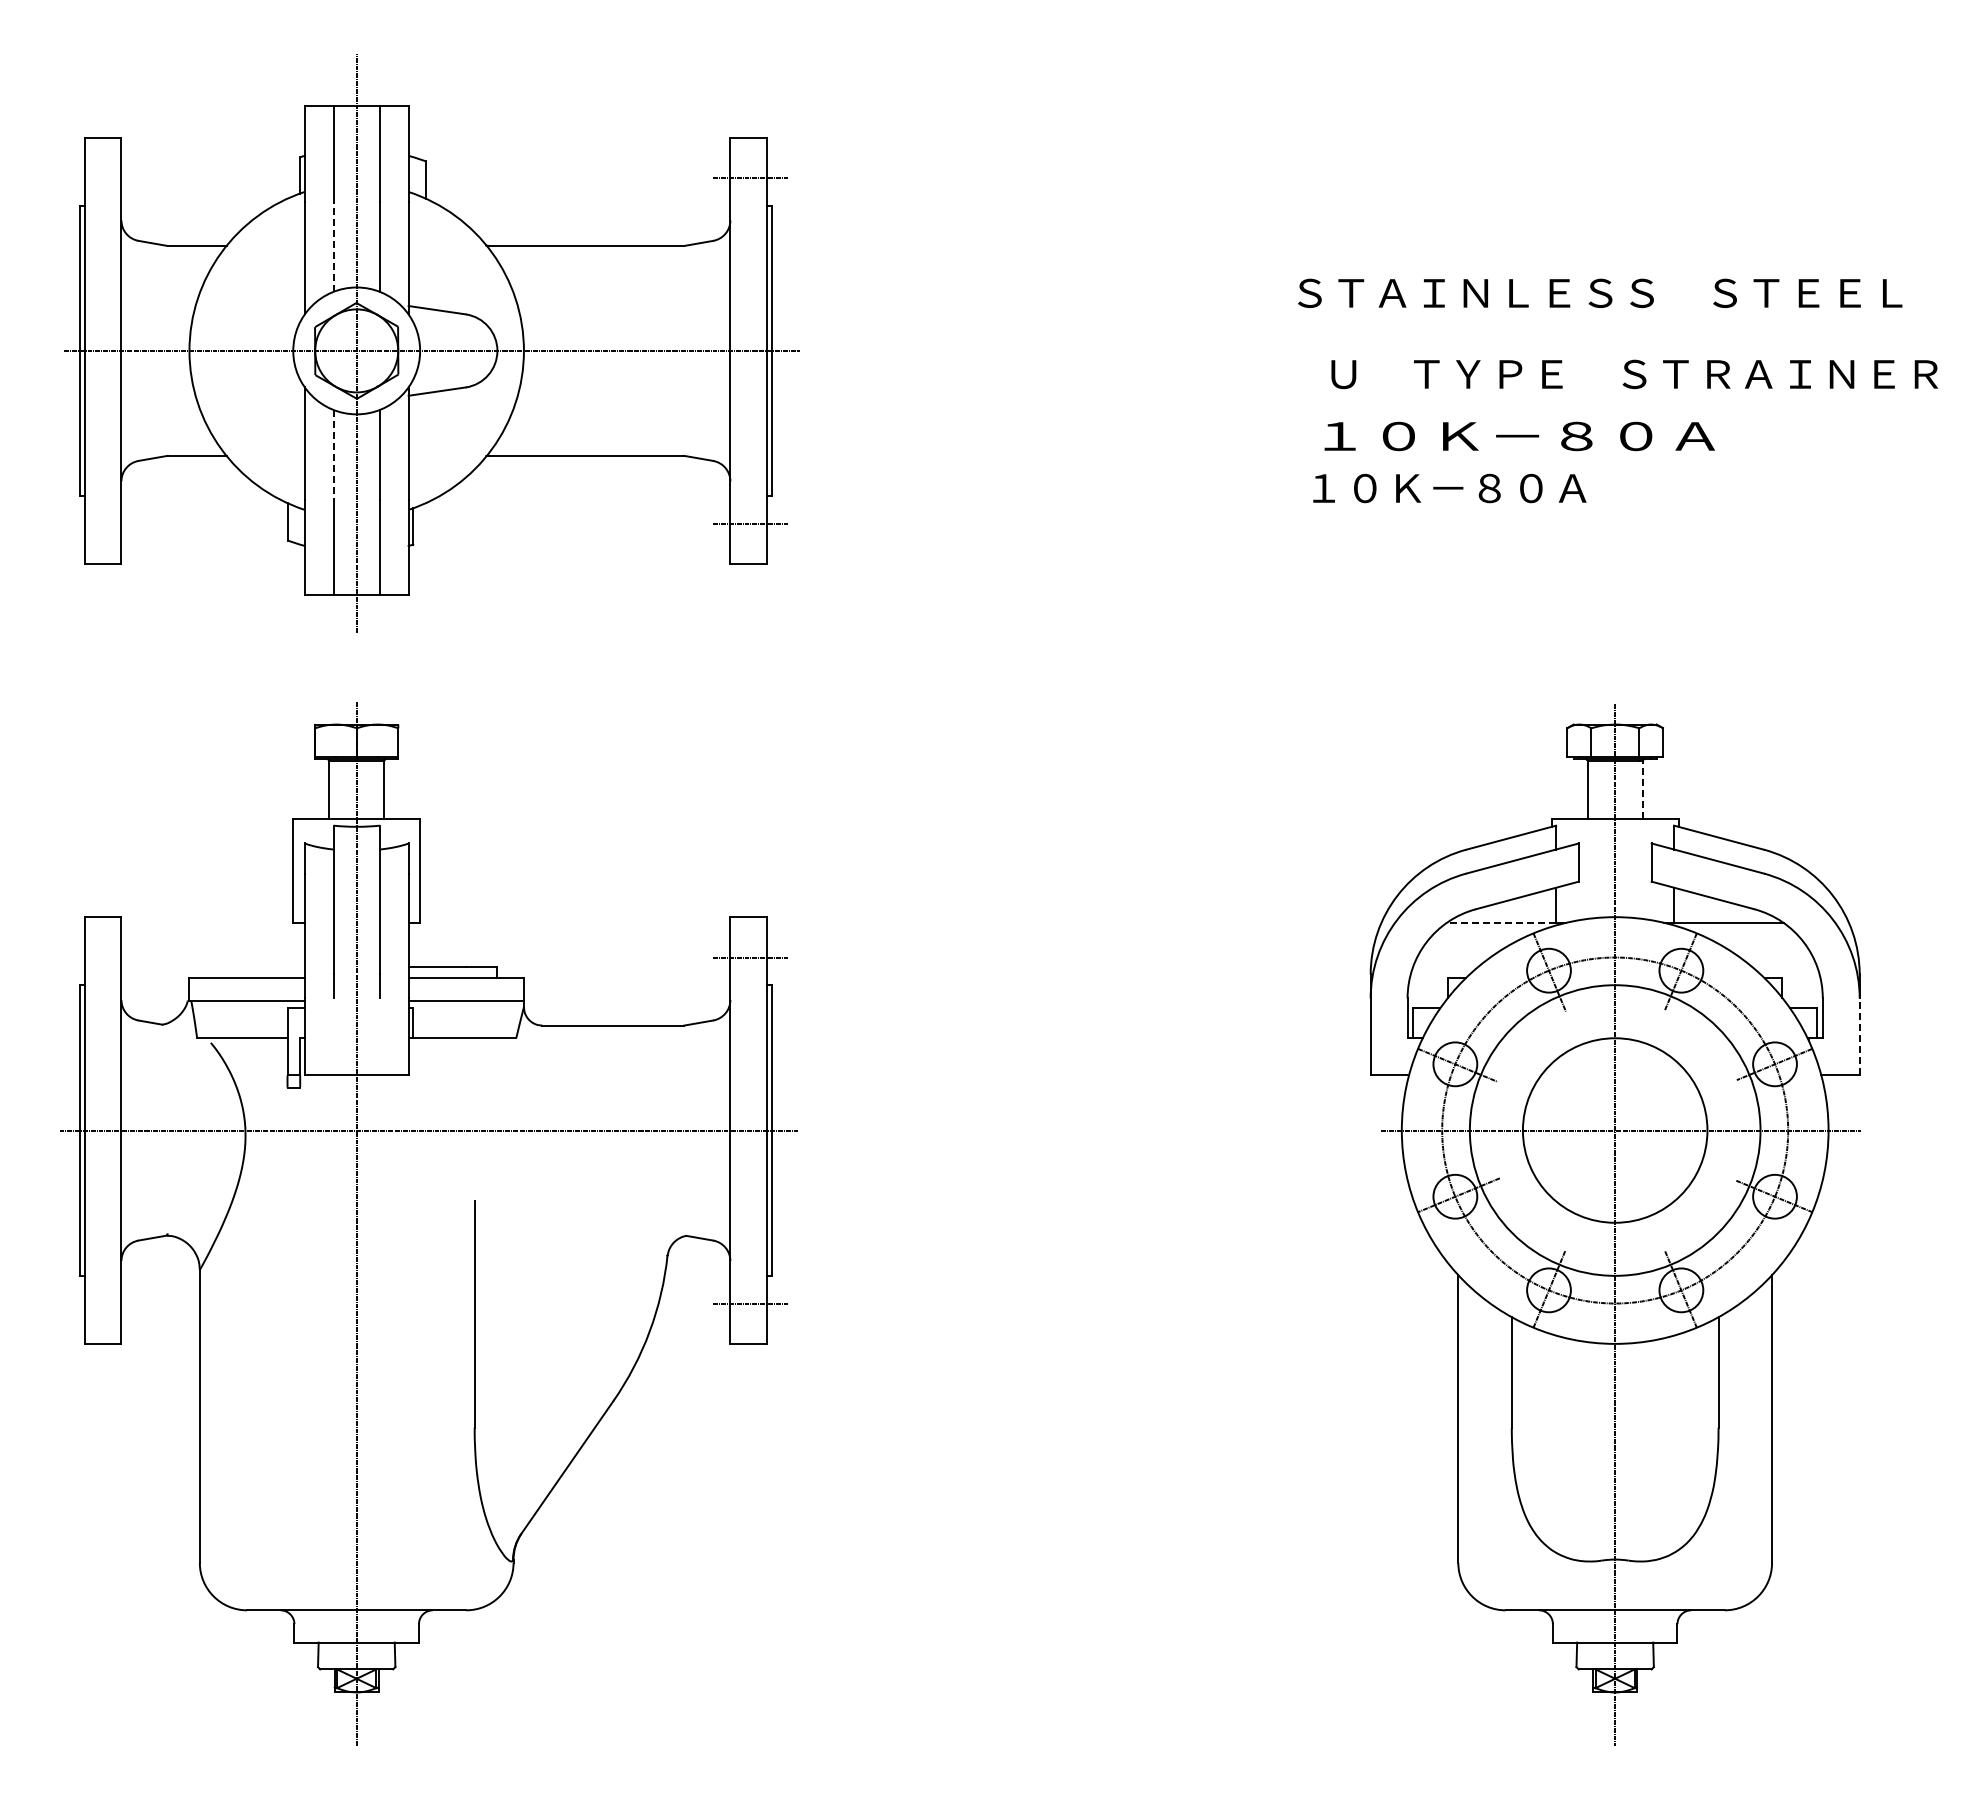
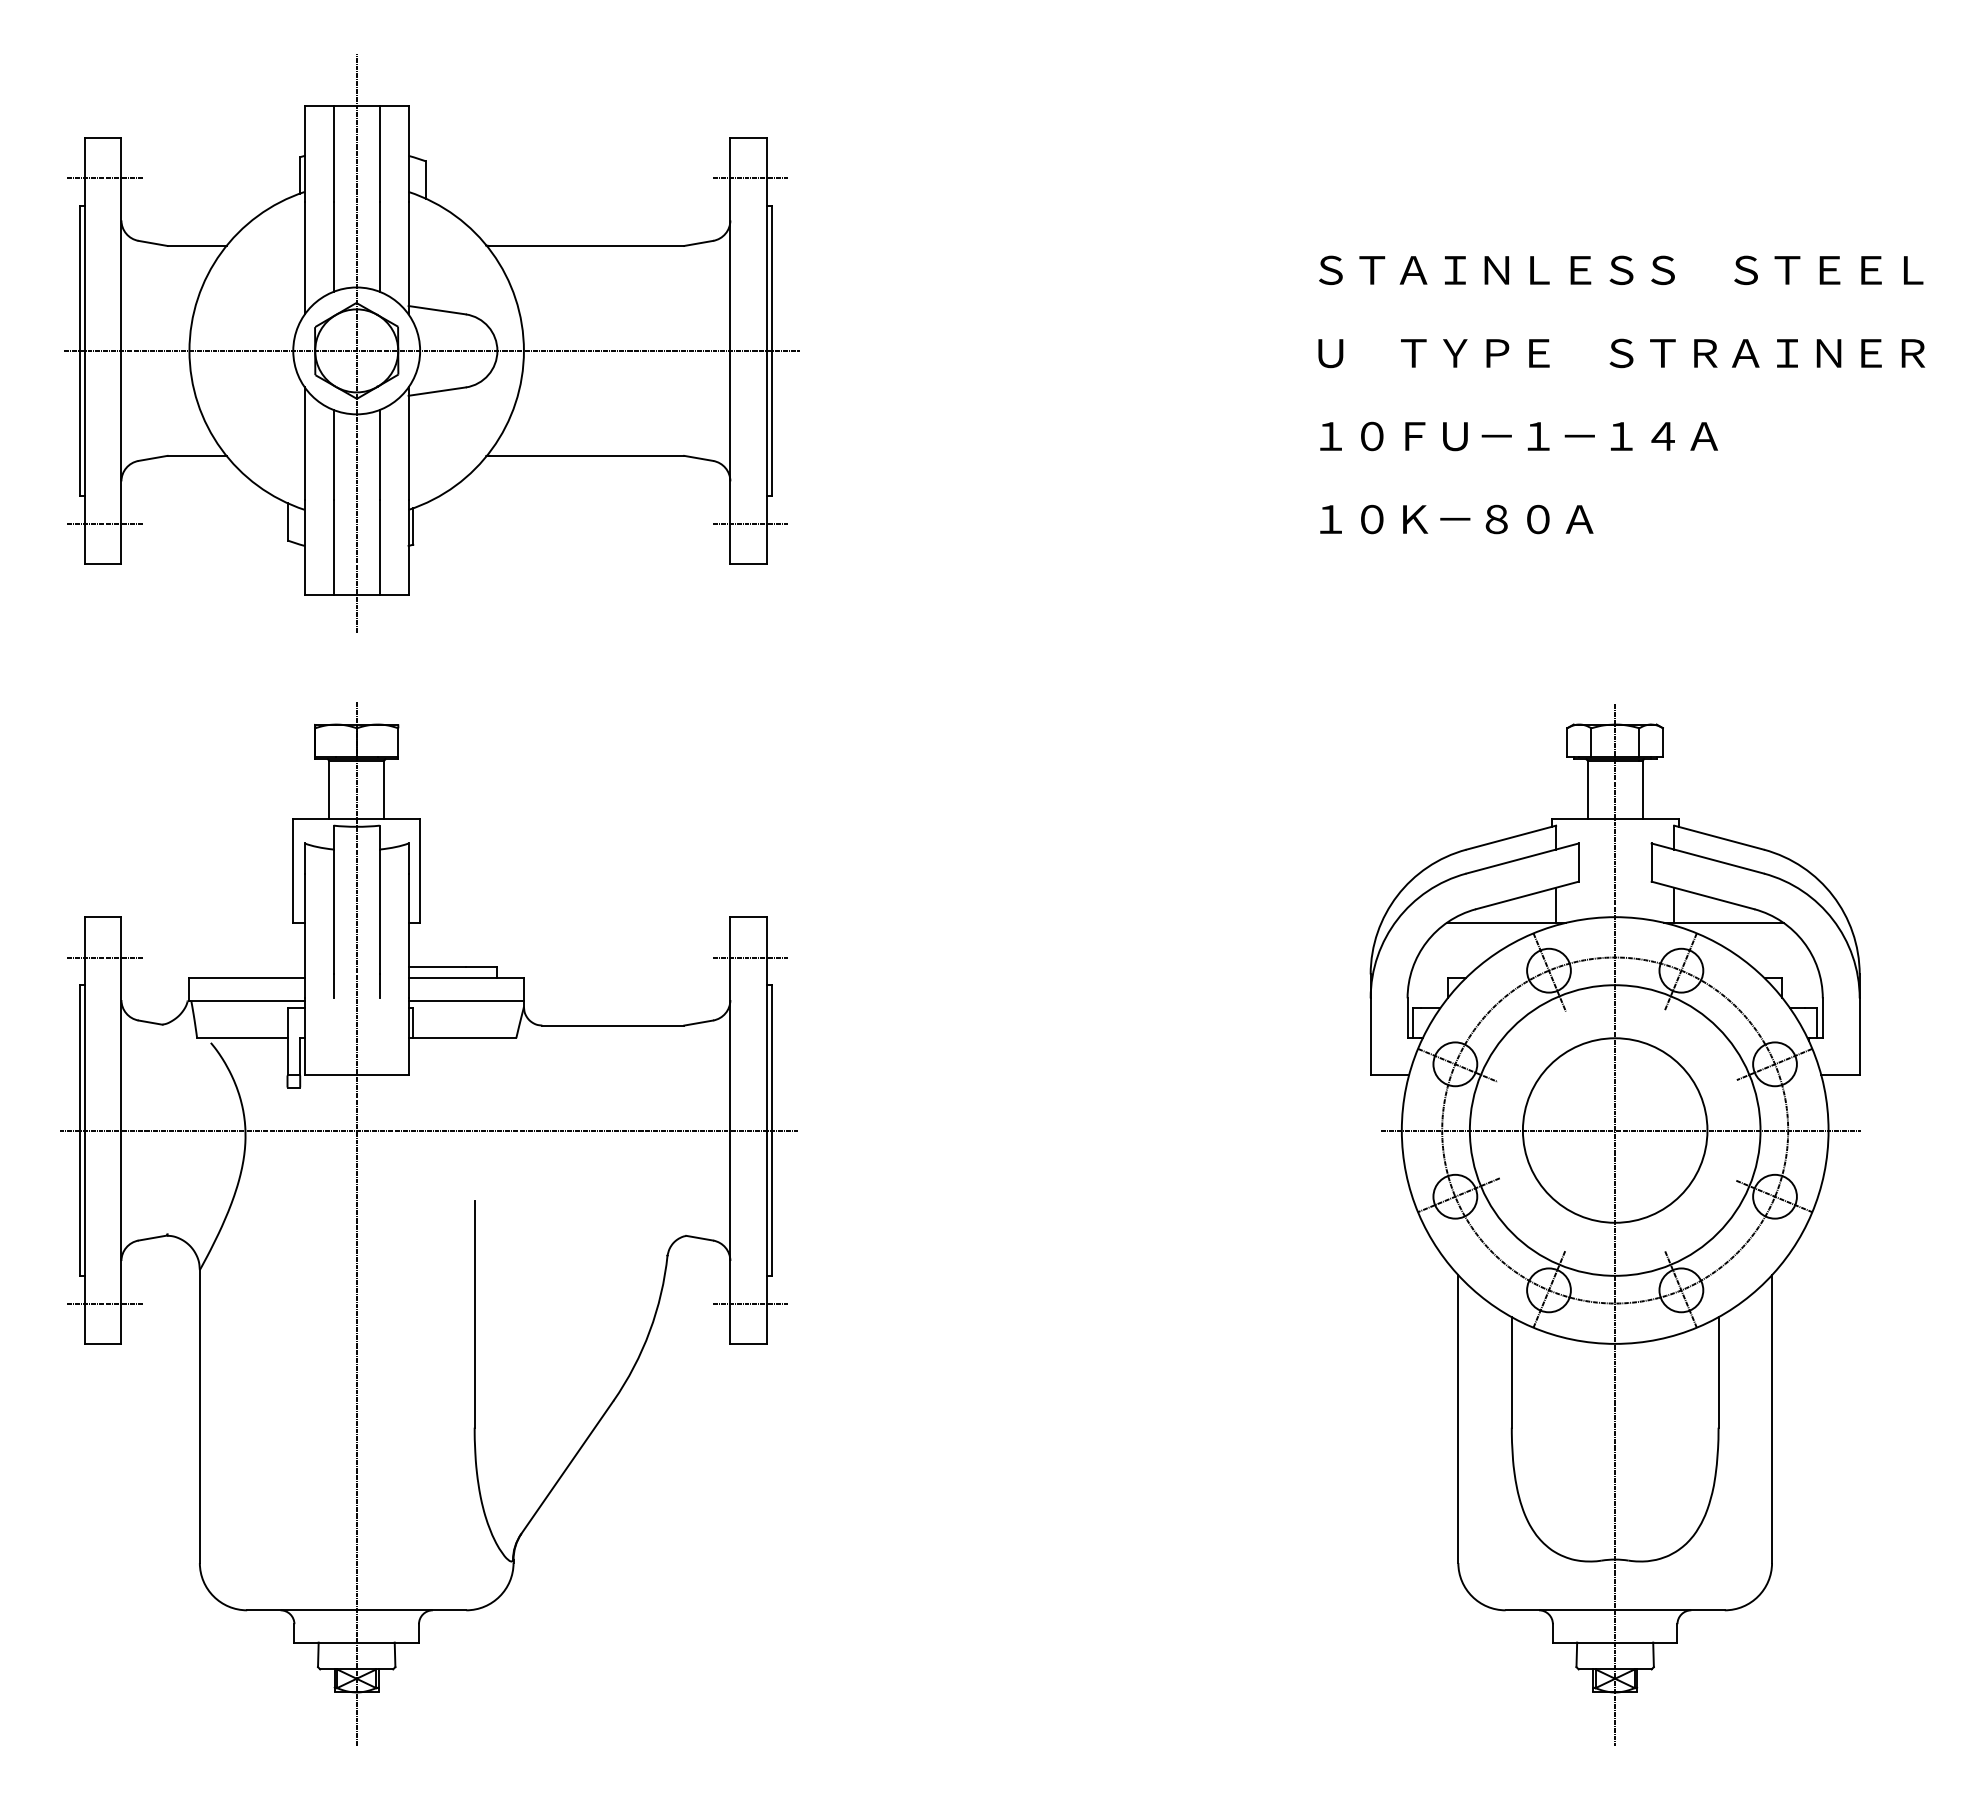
line at (104, 177): none -> present
line at (333, 246): dashed -> solid
text at (1600, 293) position: (1600, 293) -> (1621, 270)
text at (1634, 374) position: (1634, 374) -> (1621, 353)
text at (1518, 436): １０Ｋ－８０Ａ -> １０ＦＵ－１－１４Ａ
line at (333, 454): dashed -> solid
text at (1449, 488) position: (1449, 488) -> (1456, 519)
line at (104, 523): none -> present
line at (1642, 789): dashed -> solid
line at (1501, 922): dashed -> solid
line at (104, 957): none -> present
line at (1859, 1036): dashed -> solid
line at (104, 1303): none -> present
